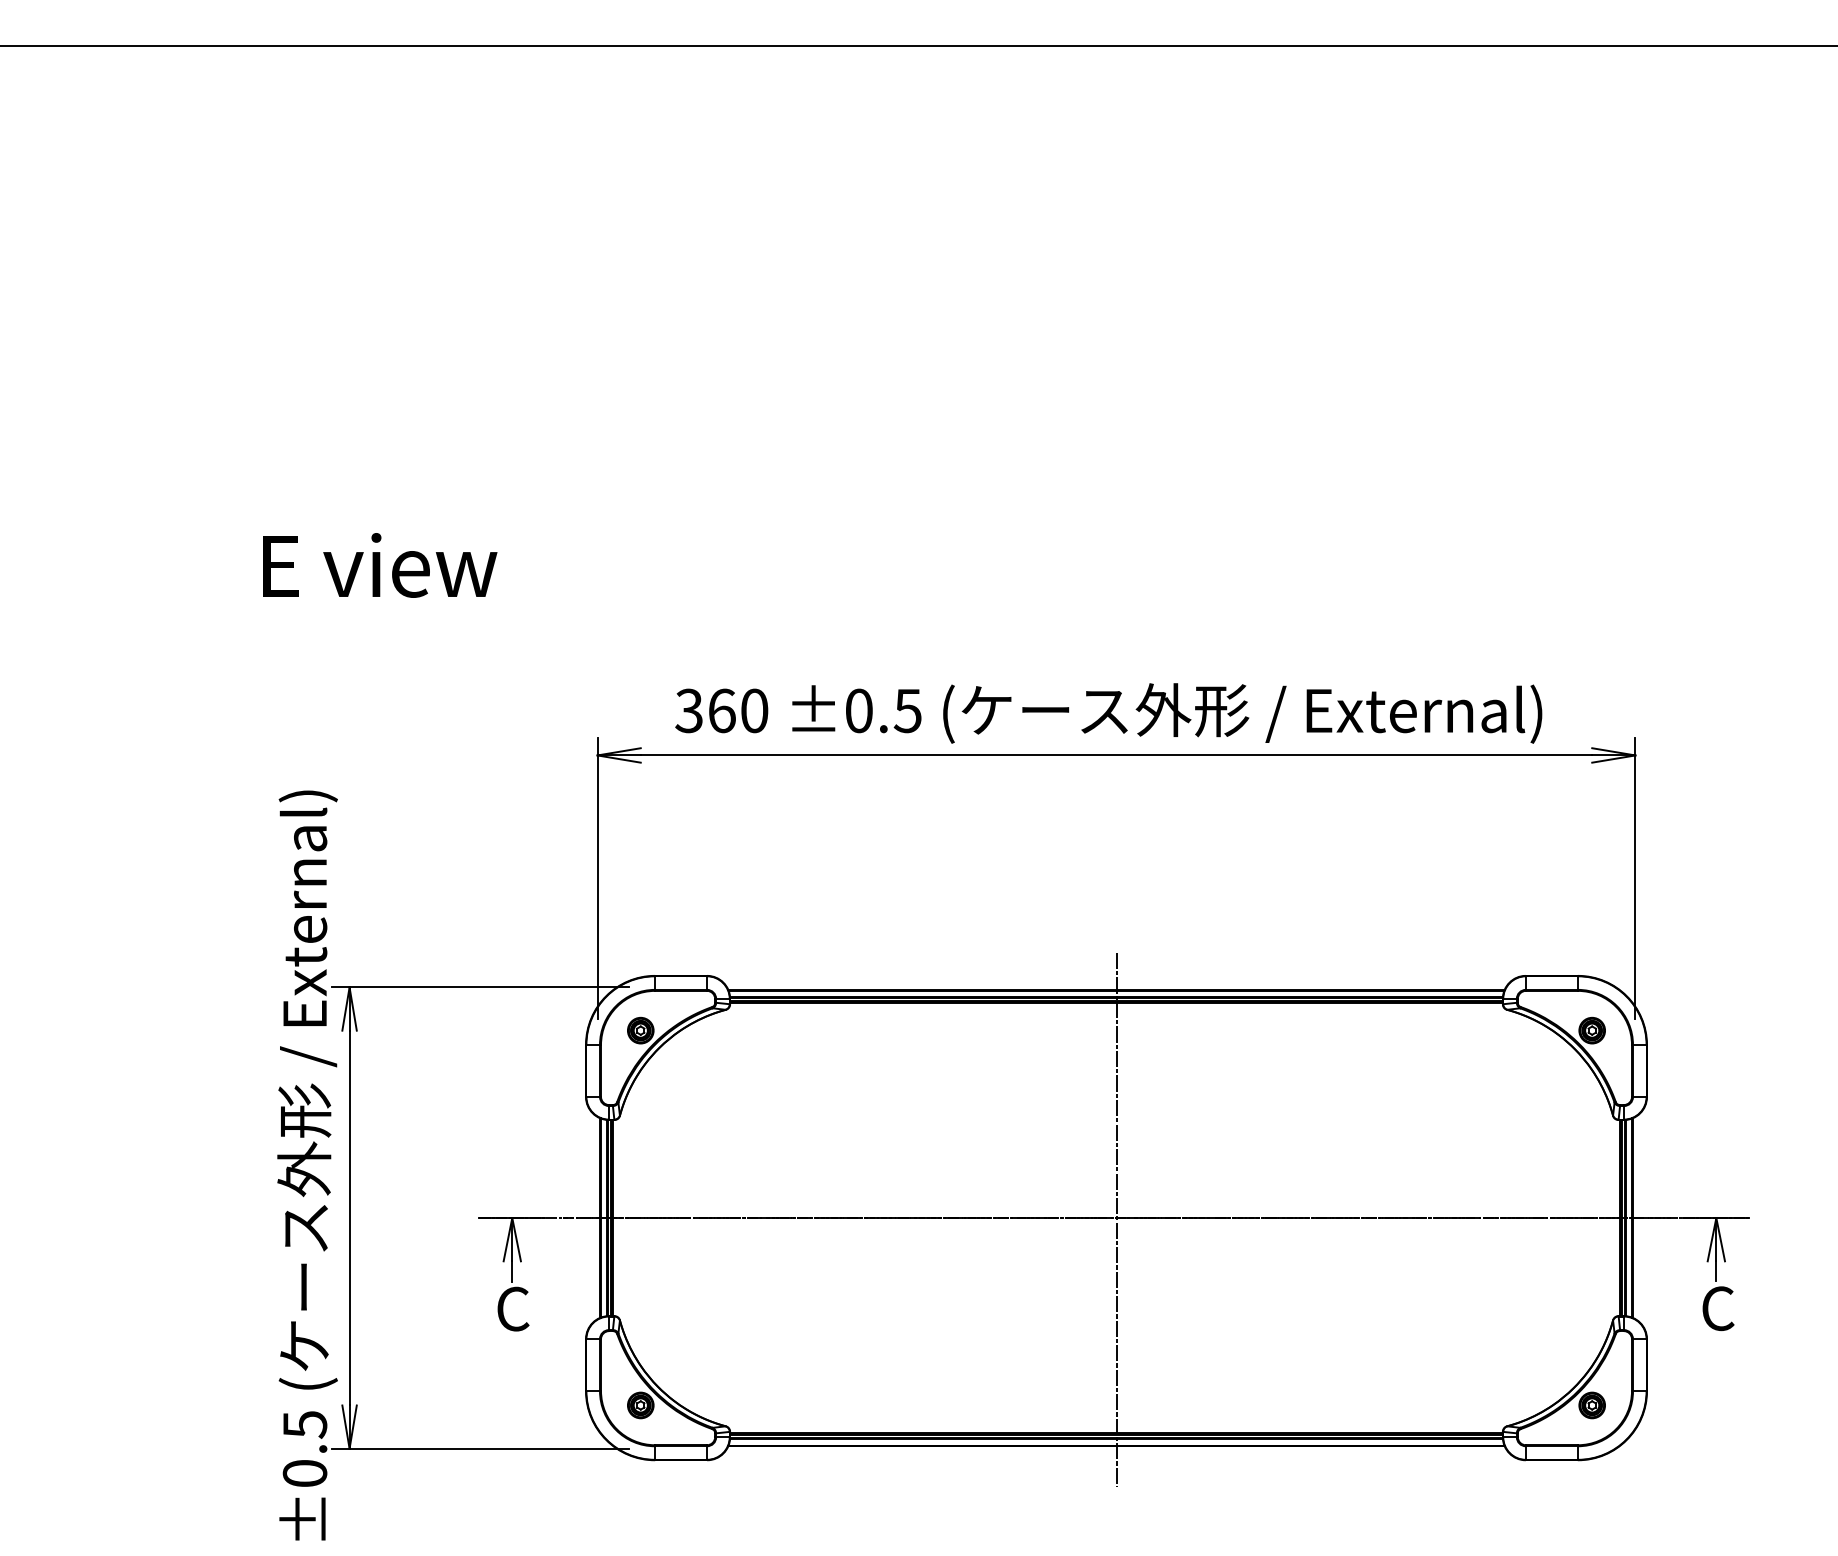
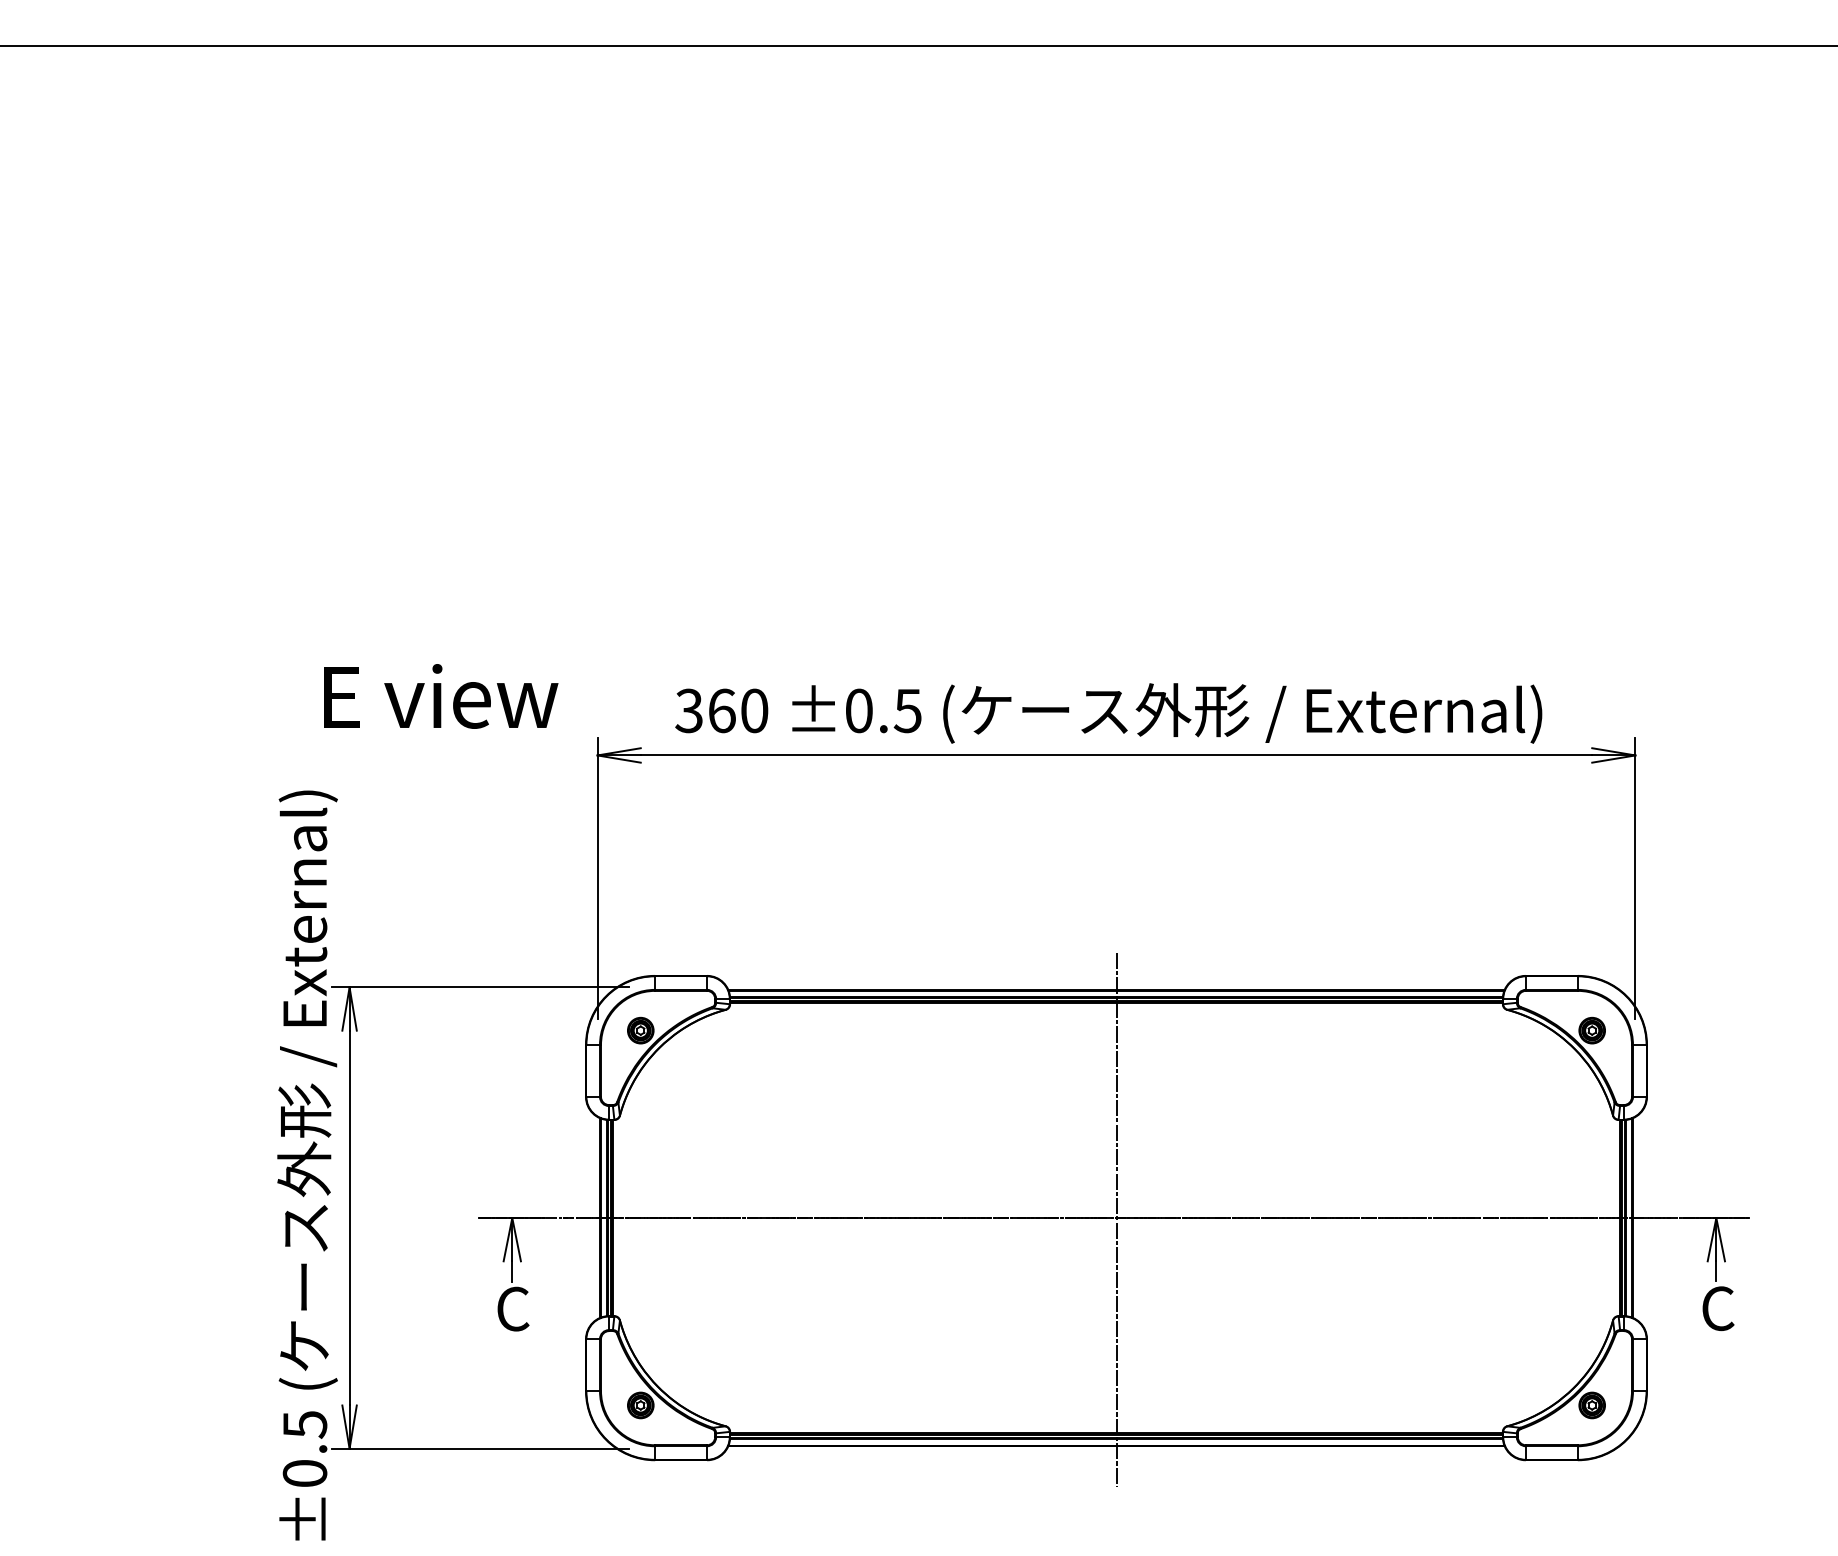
text at (380, 565) position: (380, 565) -> (441, 696)
